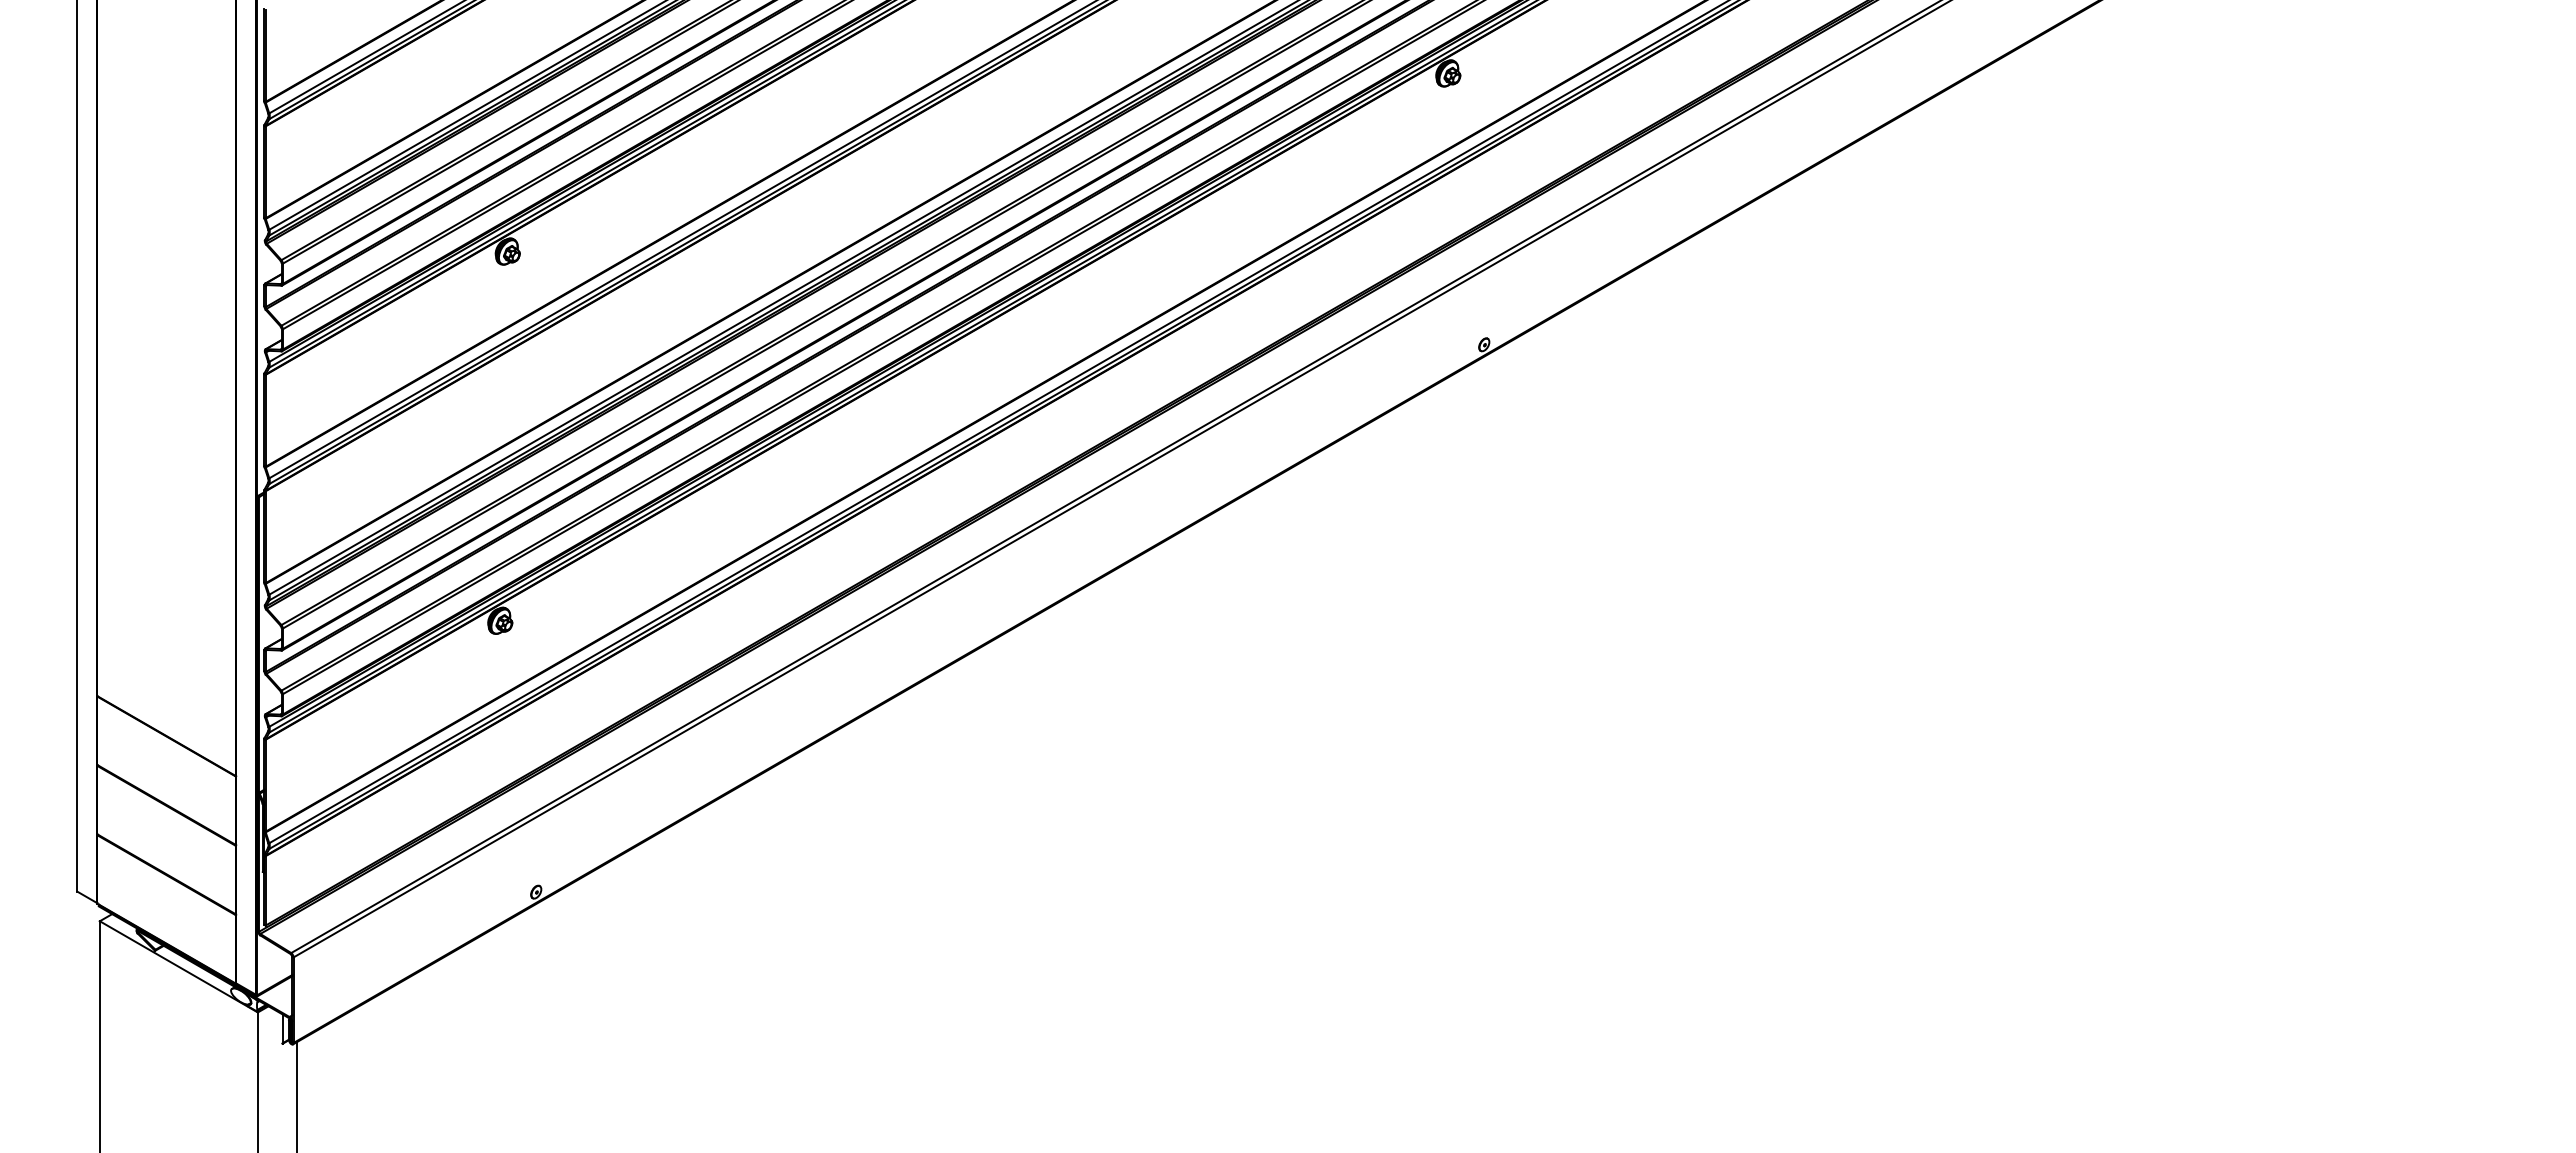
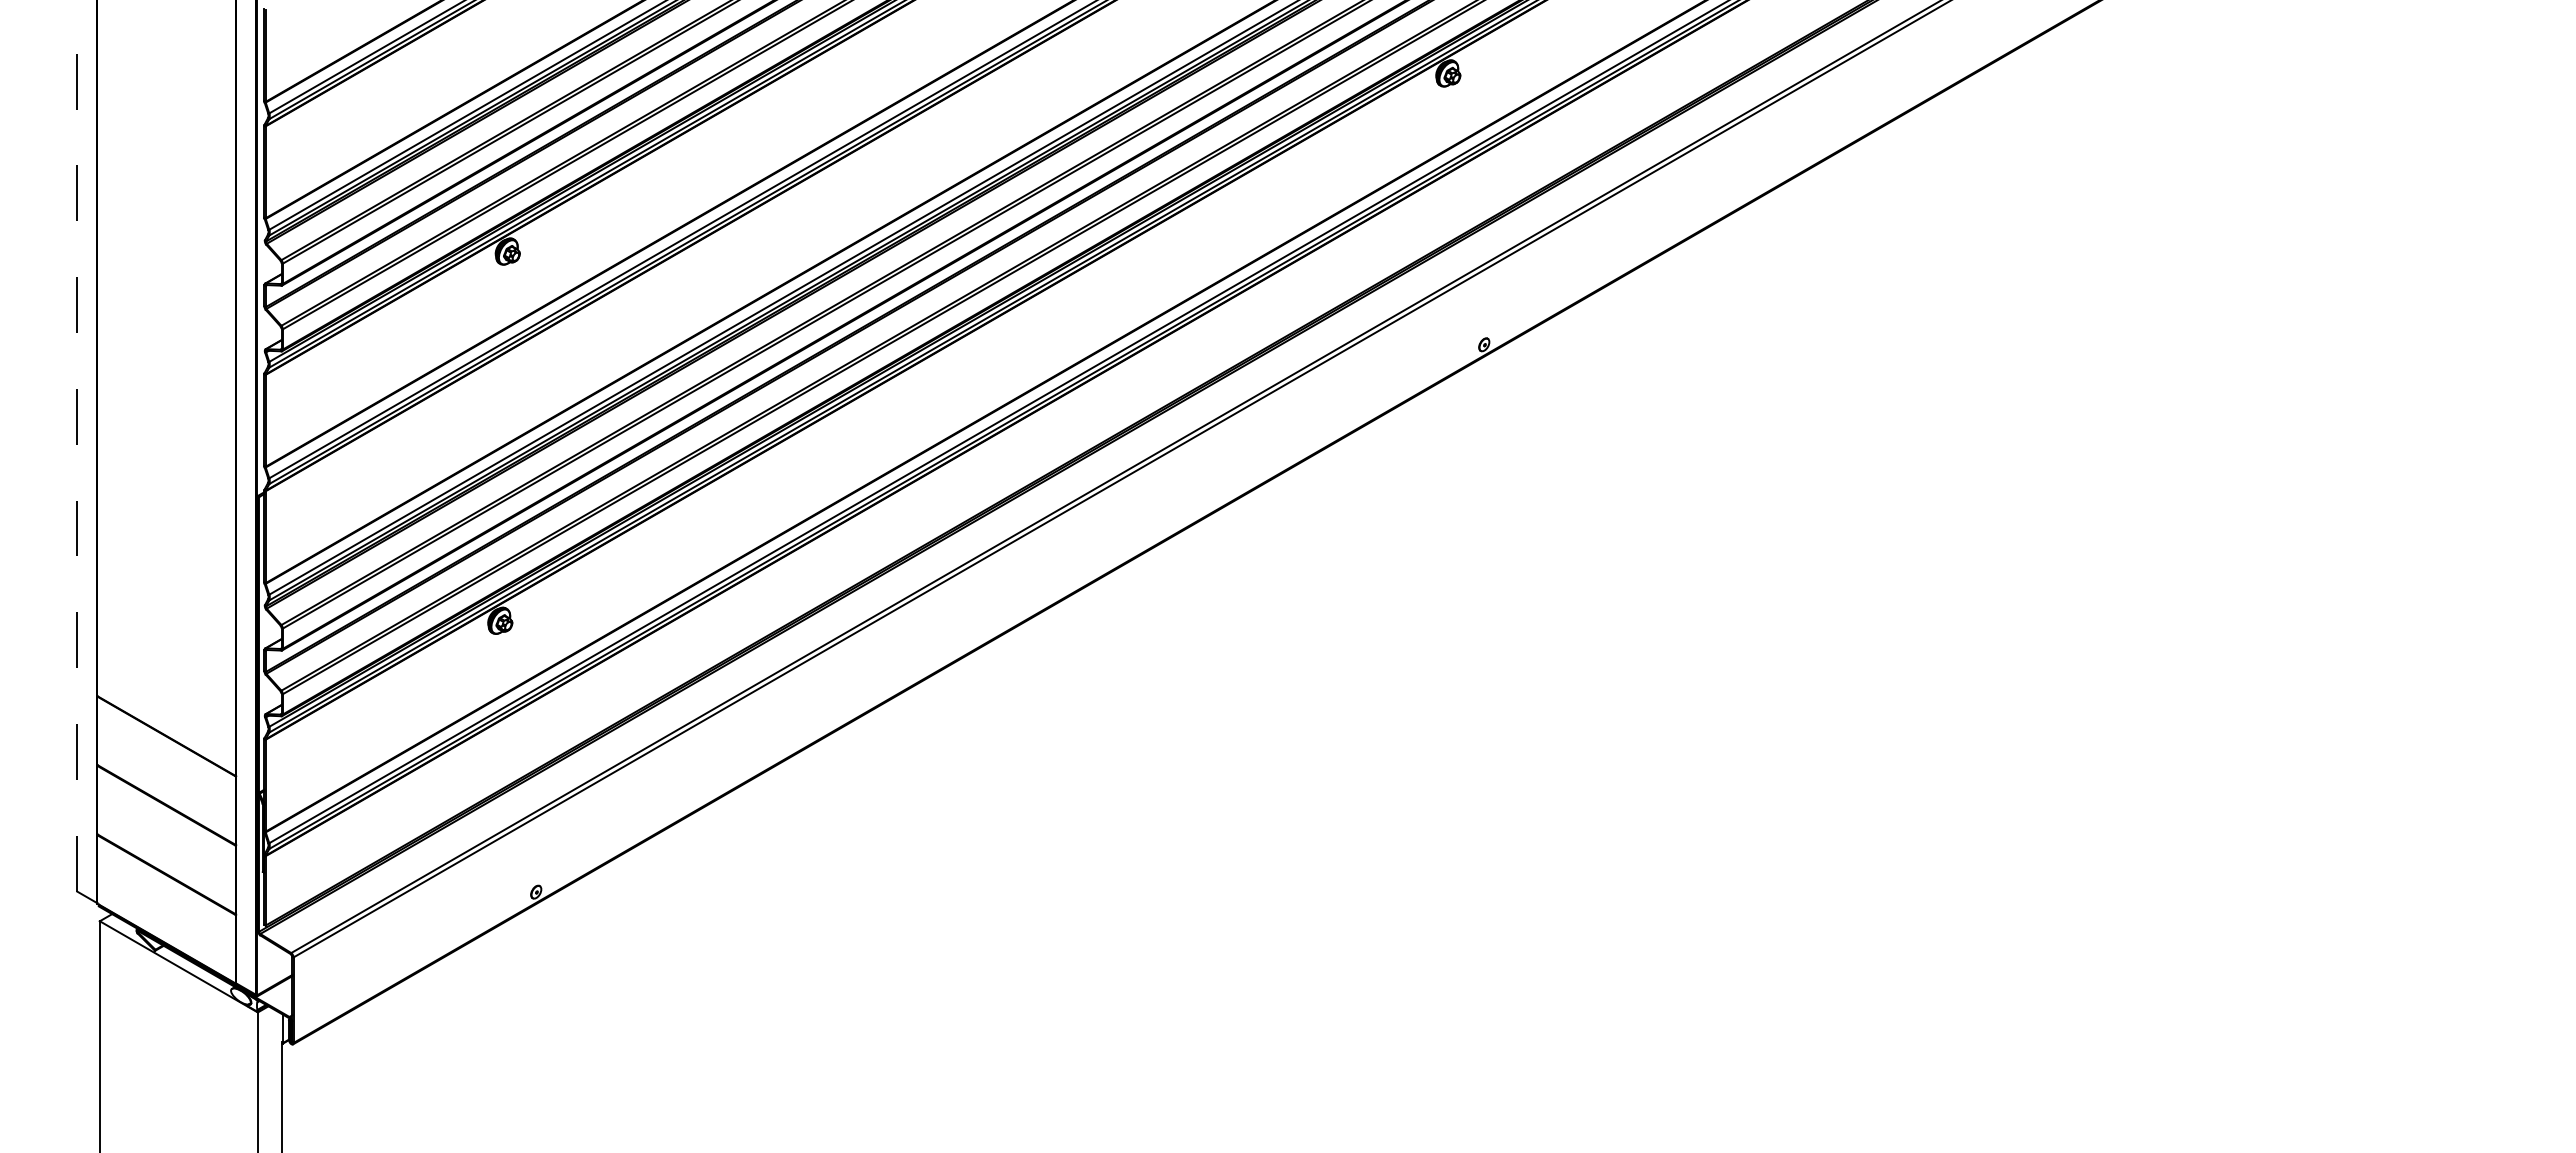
line at (77, 445): solid -> dashed
line at (297, 1095) position: (297, 1095) -> (282, 1095)
